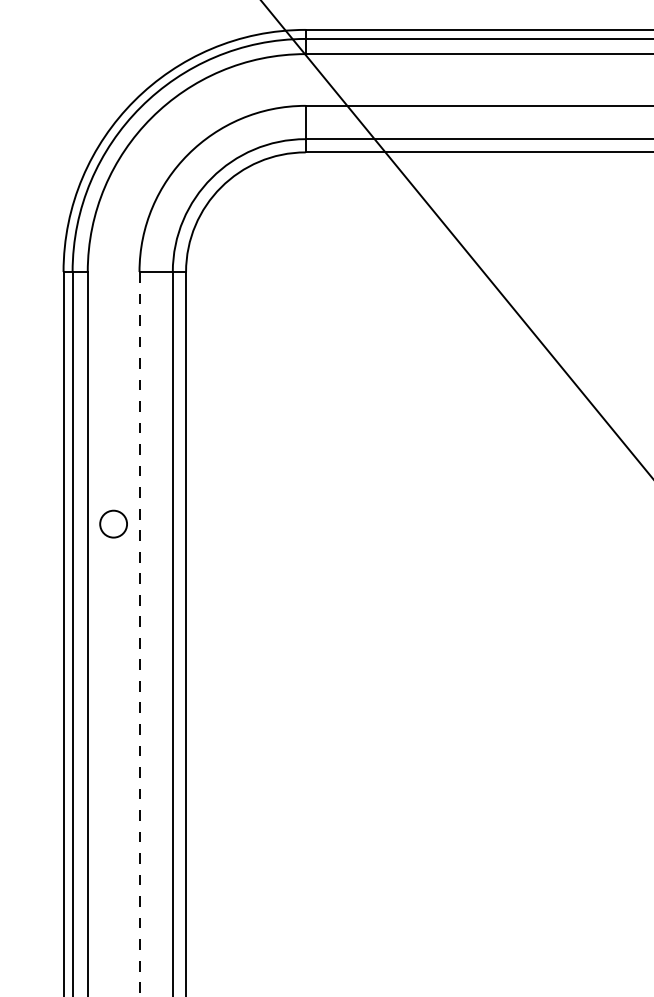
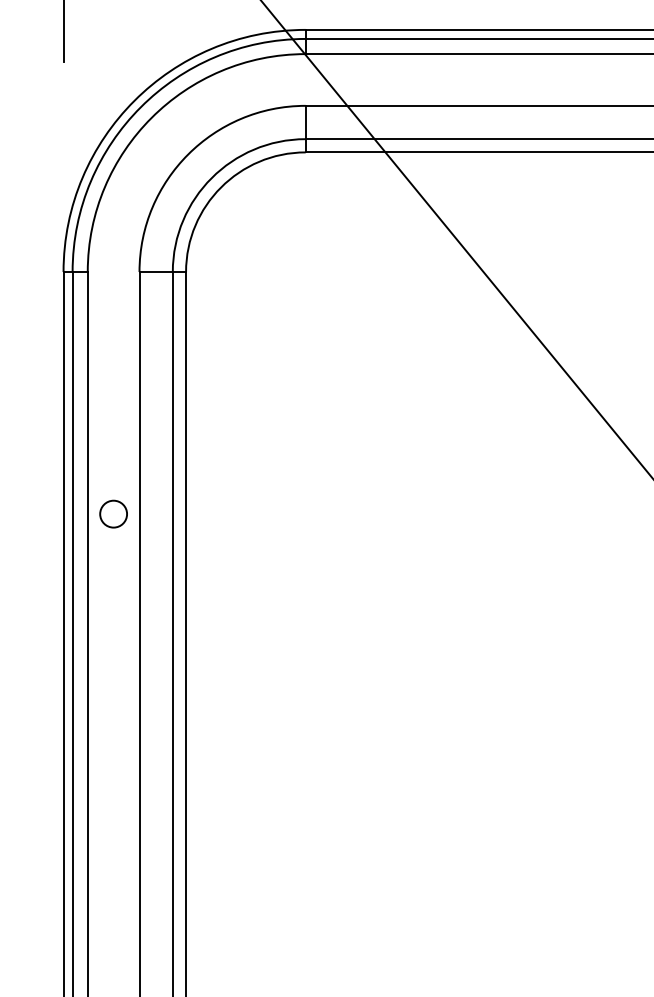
line at (63, 32): none -> present
circle at (113, 523) position: (113, 523) -> (113, 513)
line at (139, 633): dashed -> solid
